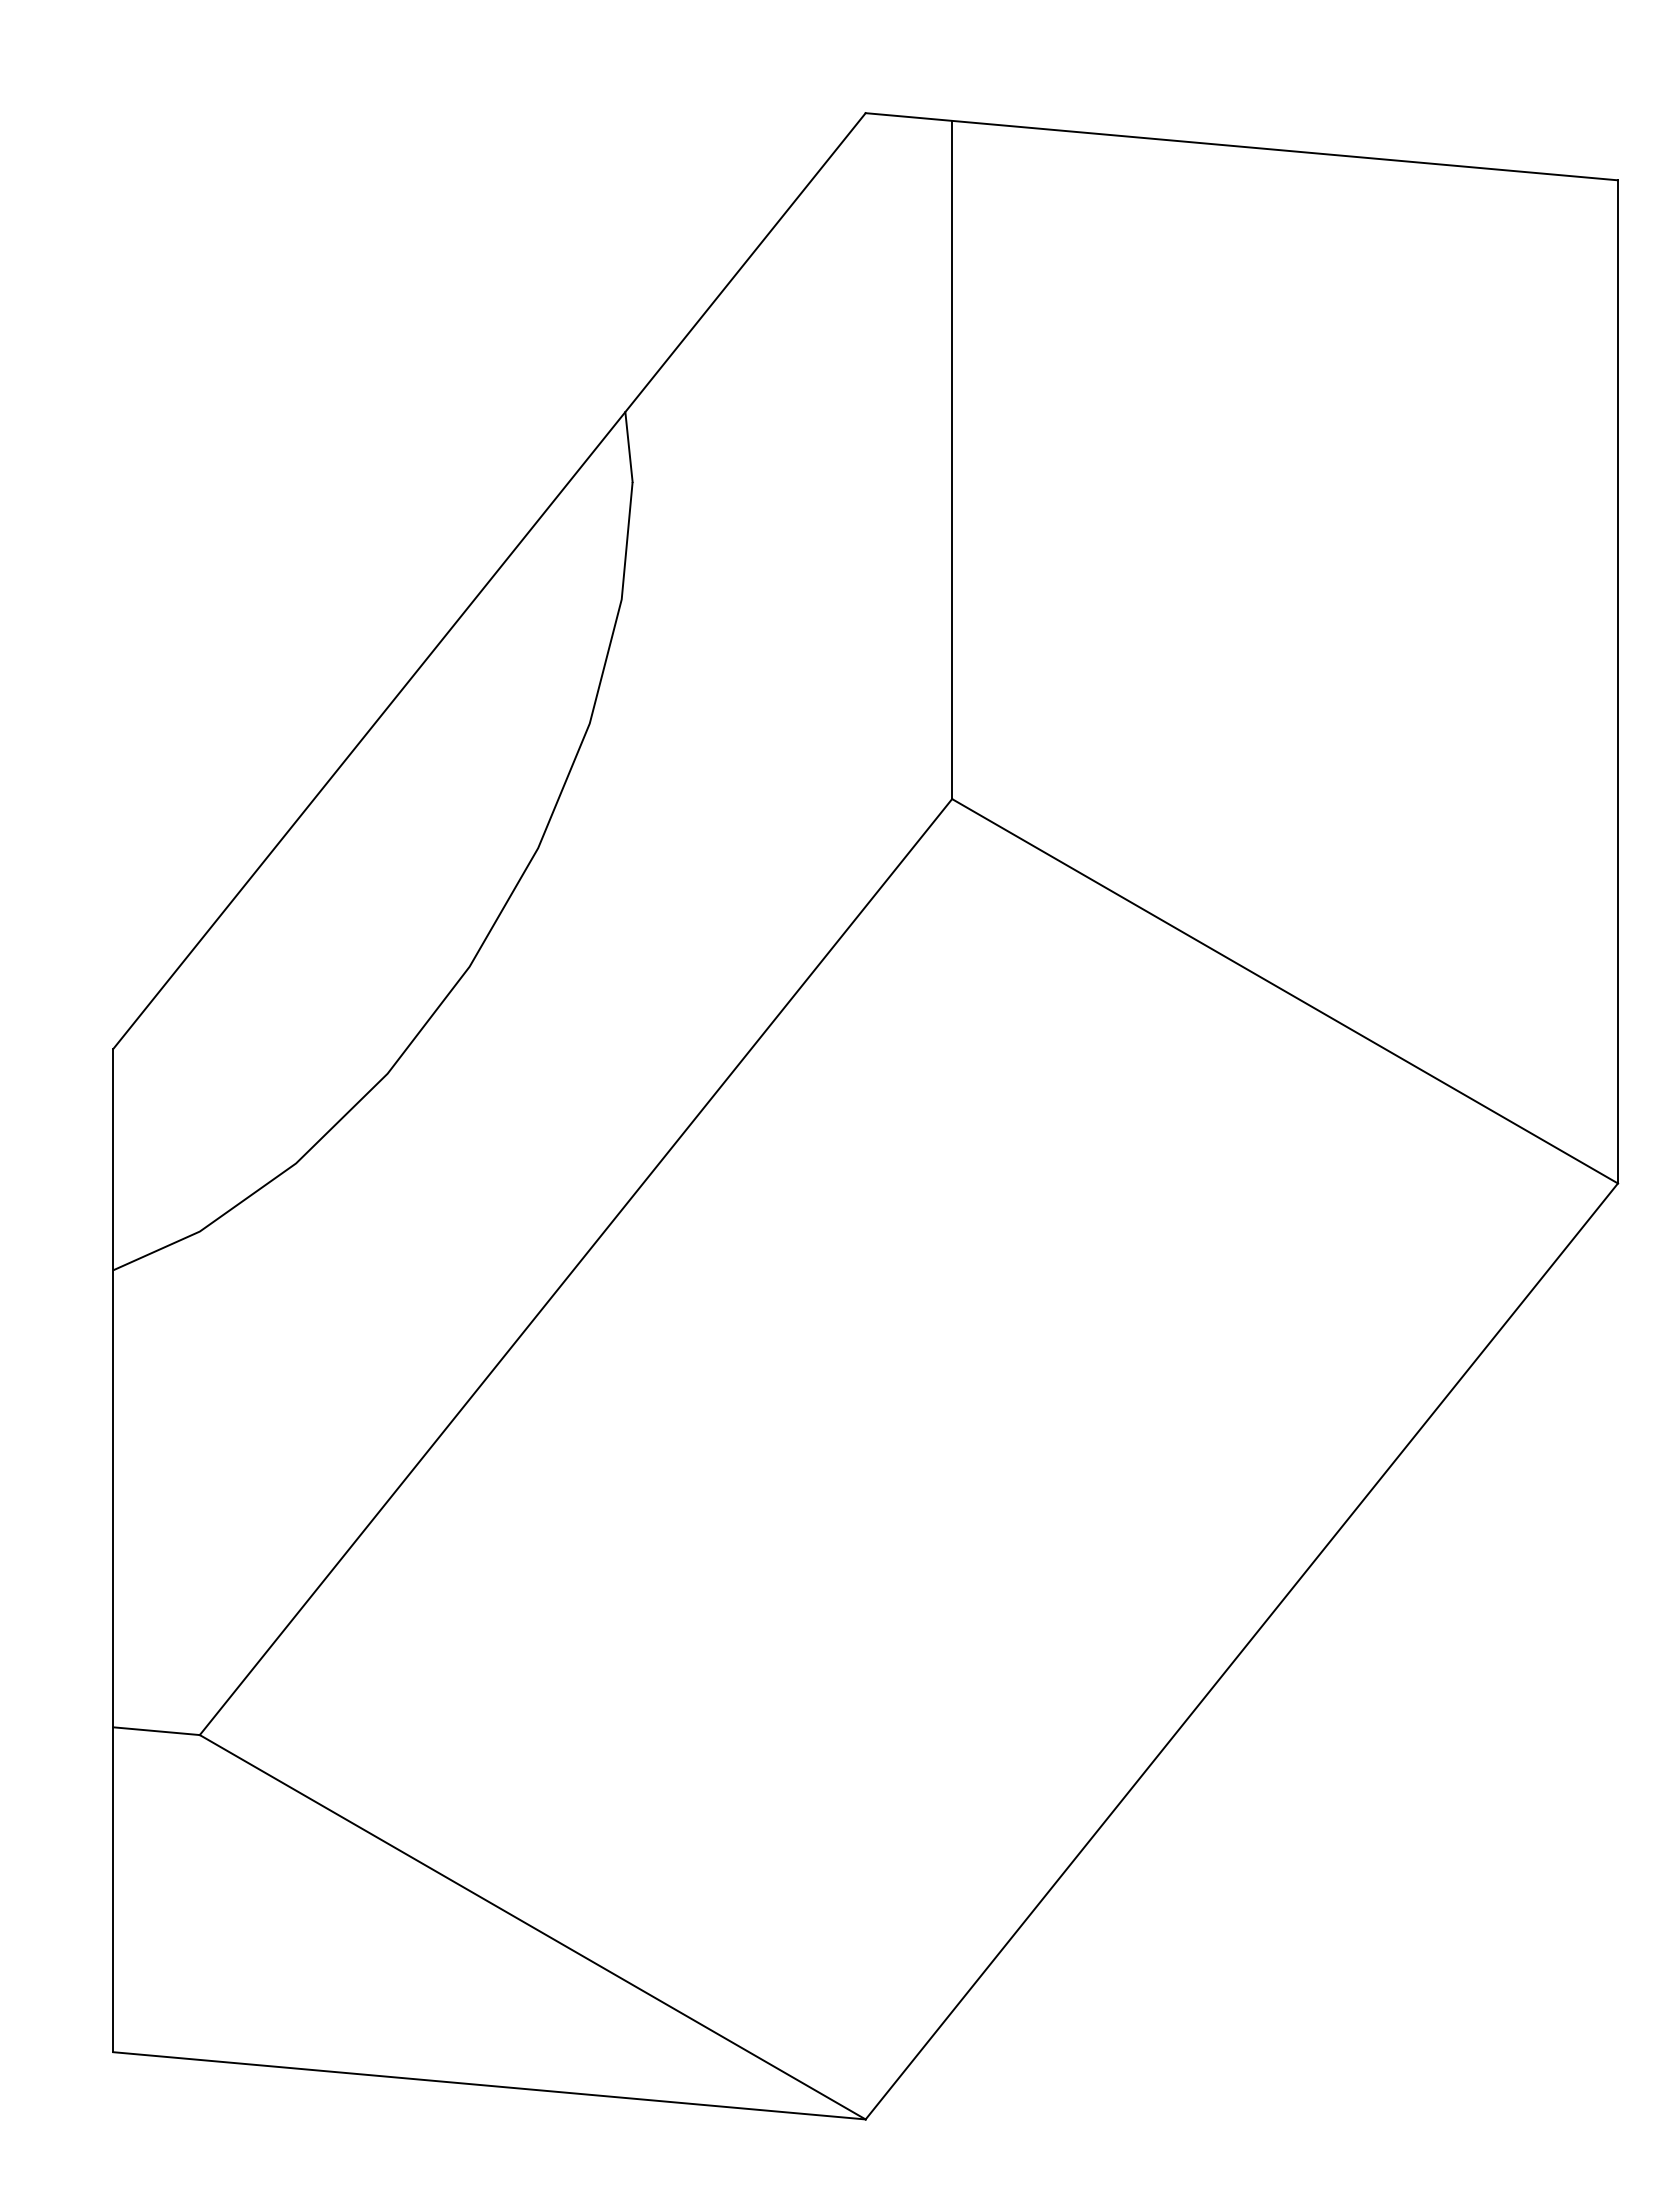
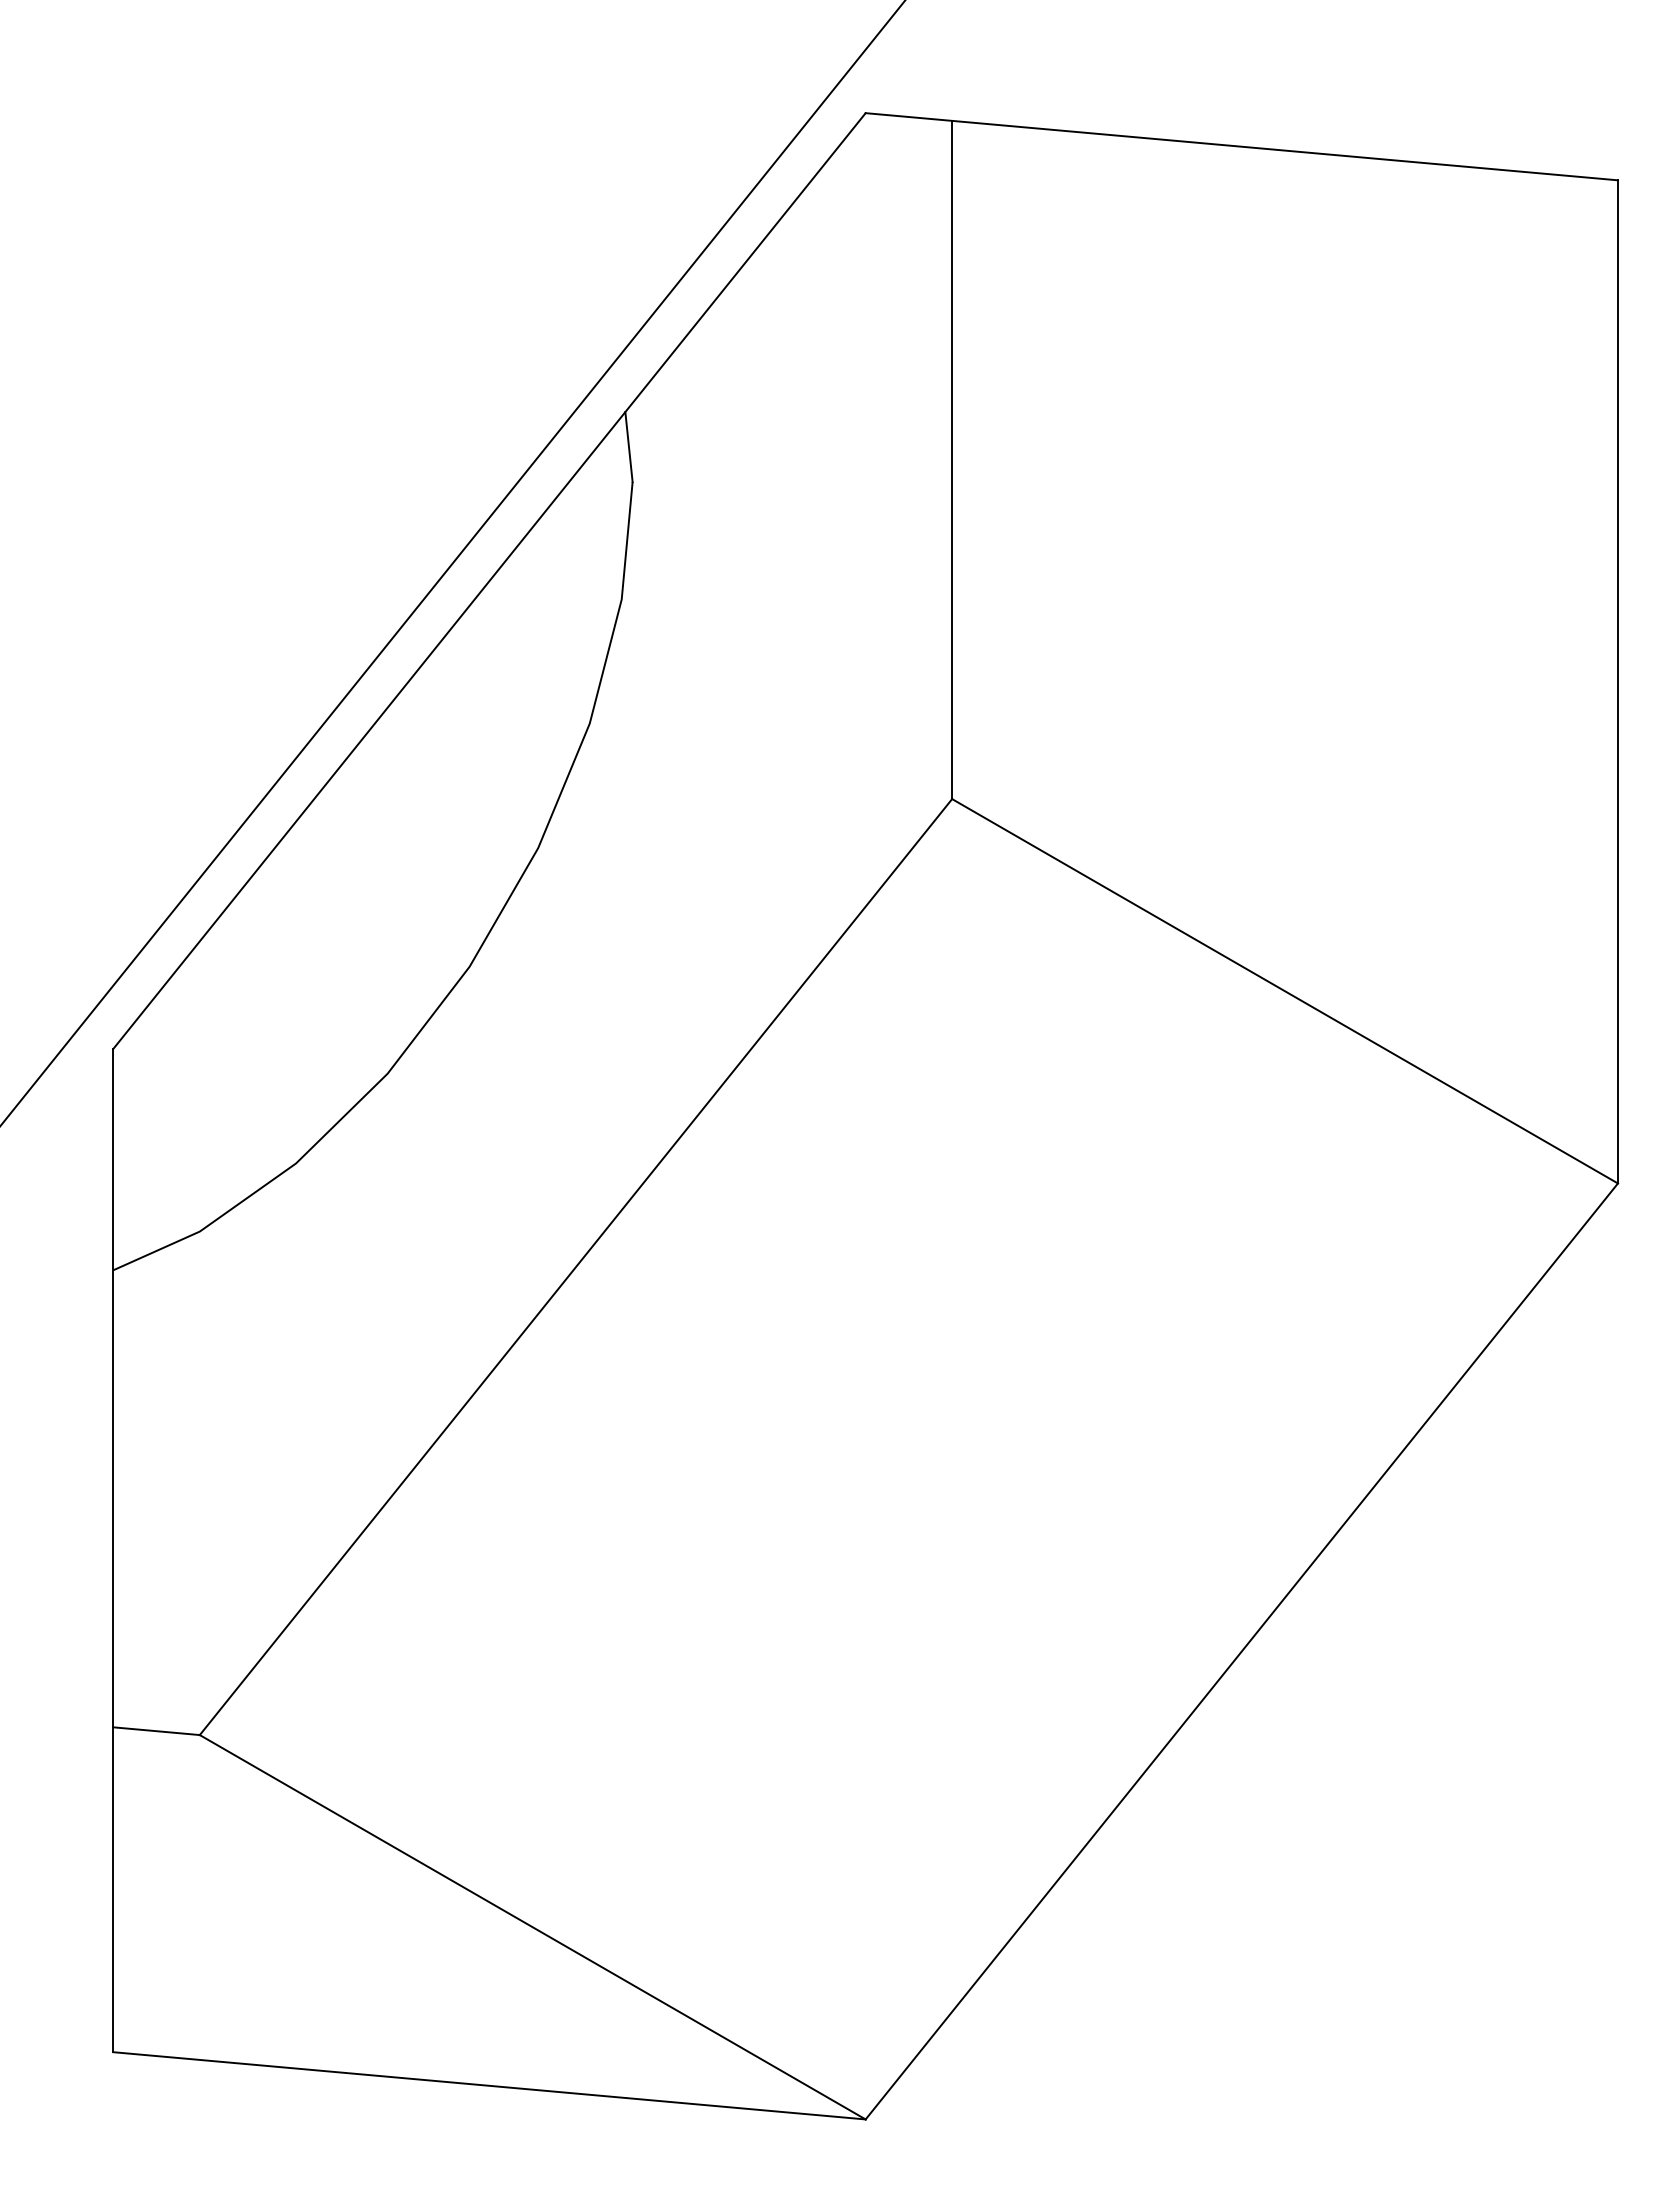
line at (452, 562): none -> present
